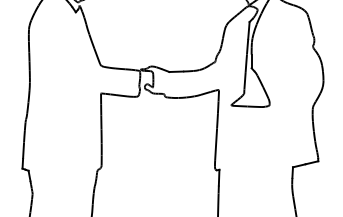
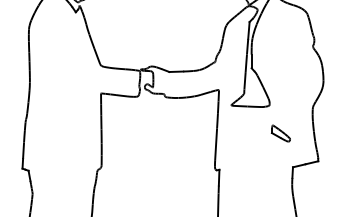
part at (280, 133): none -> present
